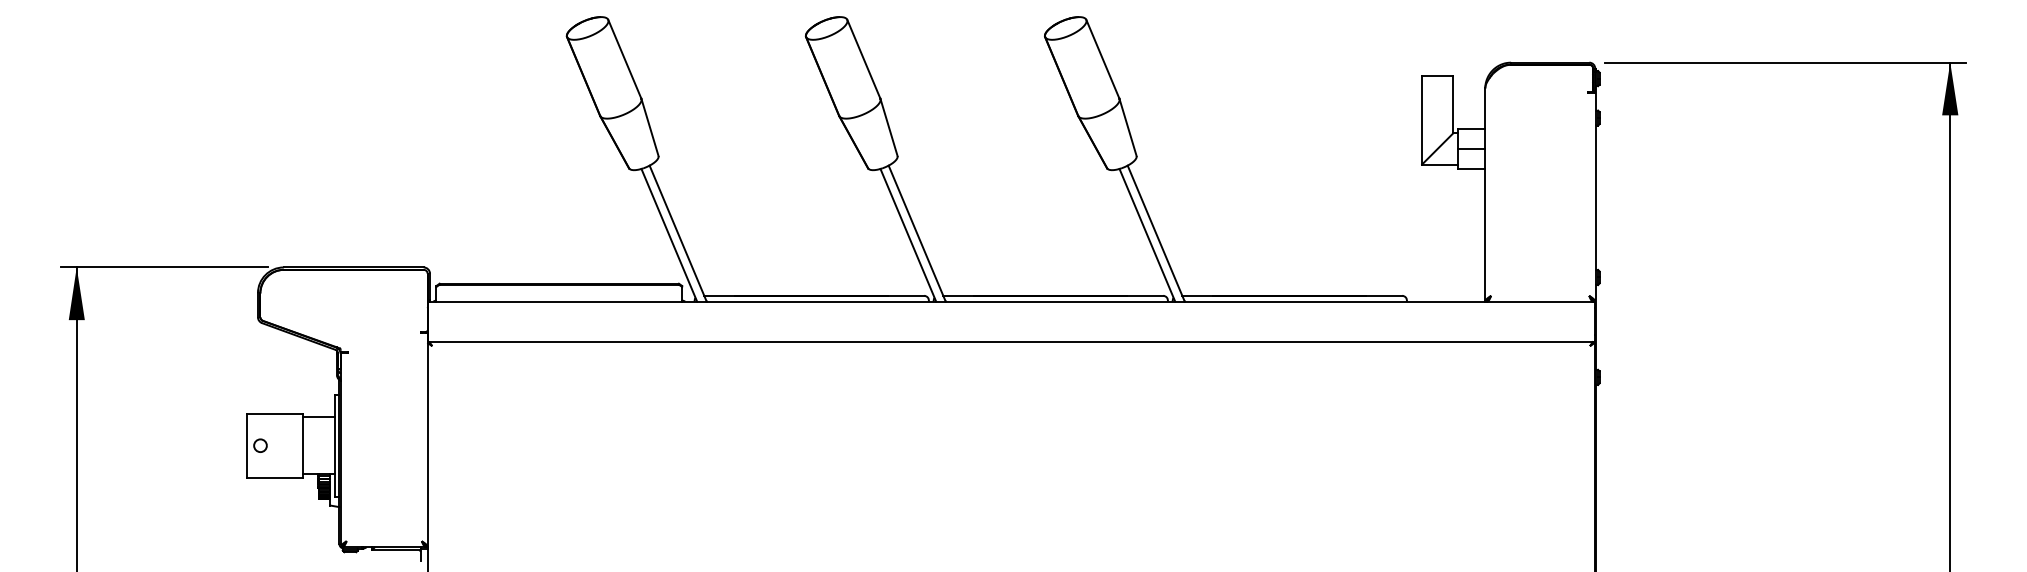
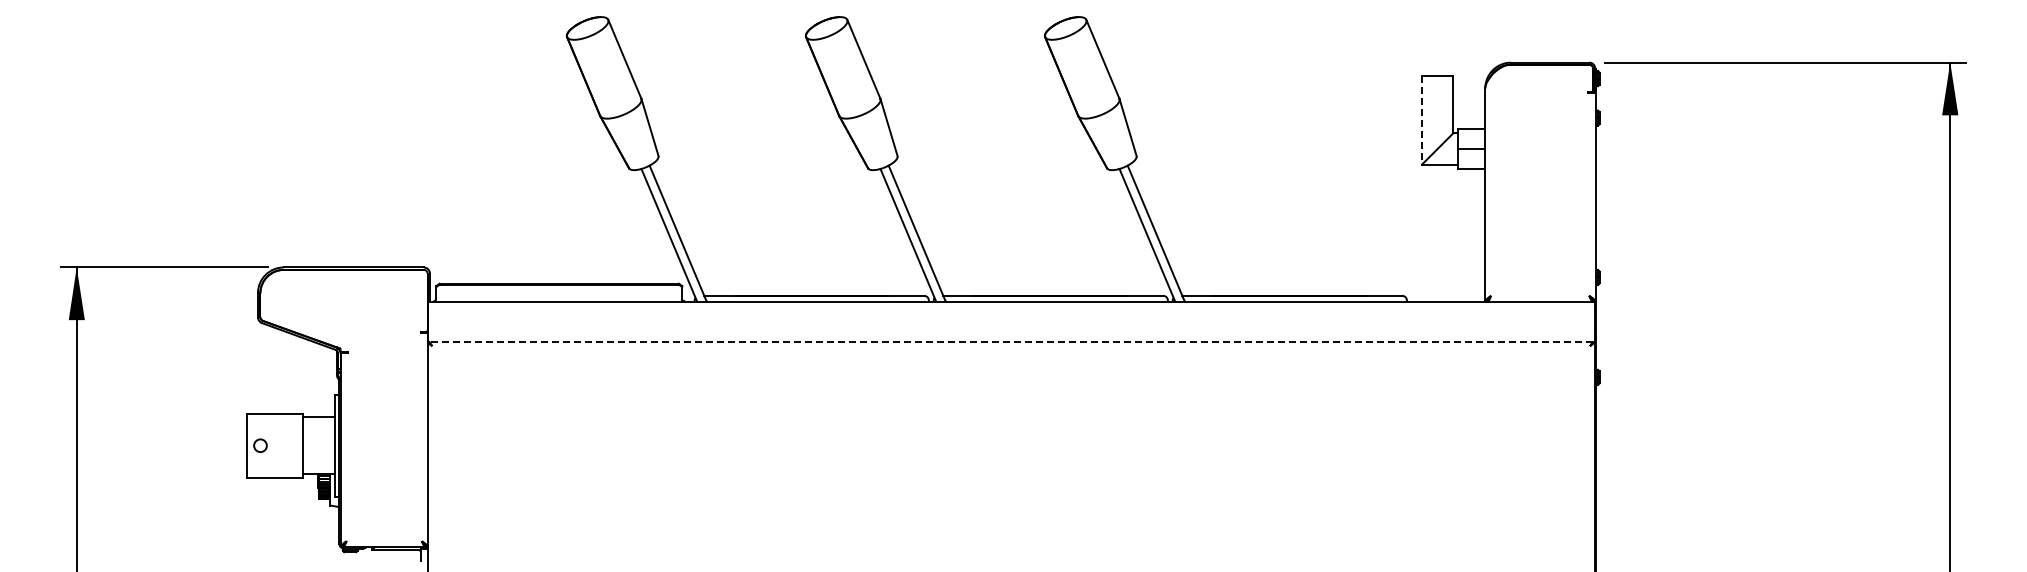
line at (1421, 120): solid -> dashed
line at (1011, 341): solid -> dashed
